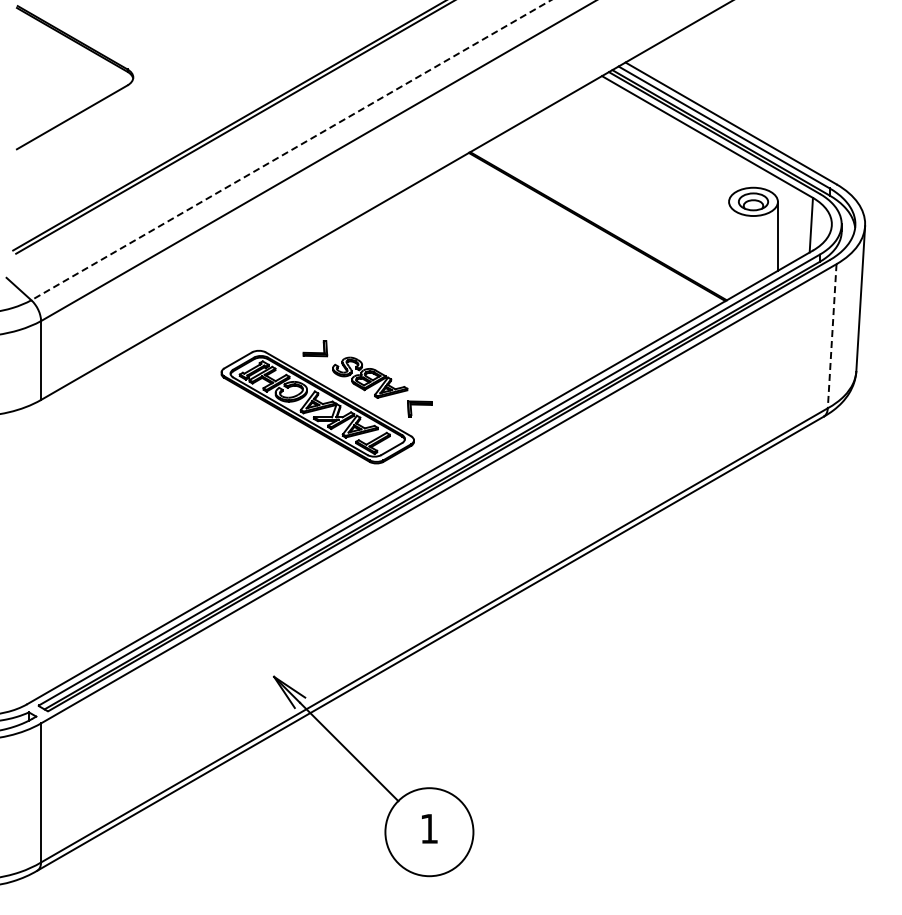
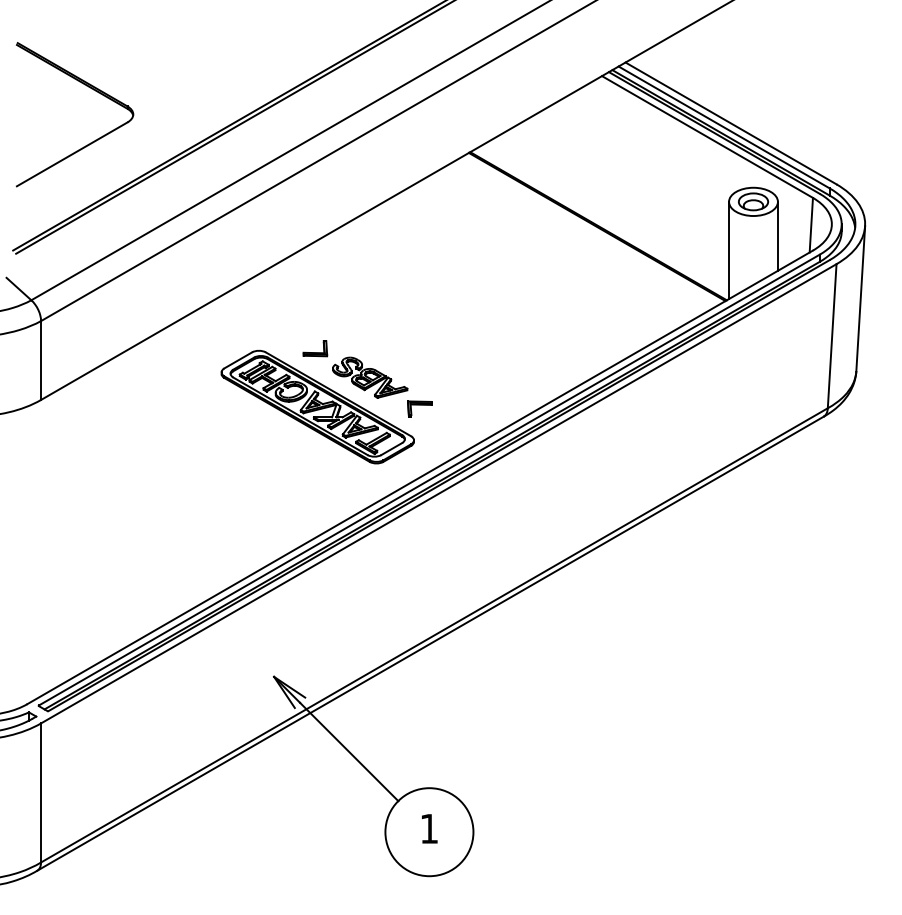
part at (91, 52) position: (91, 52) -> (91, 89)
line at (291, 150): dashed -> solid
line at (729, 250): none -> present
line at (832, 336): dashed -> solid
